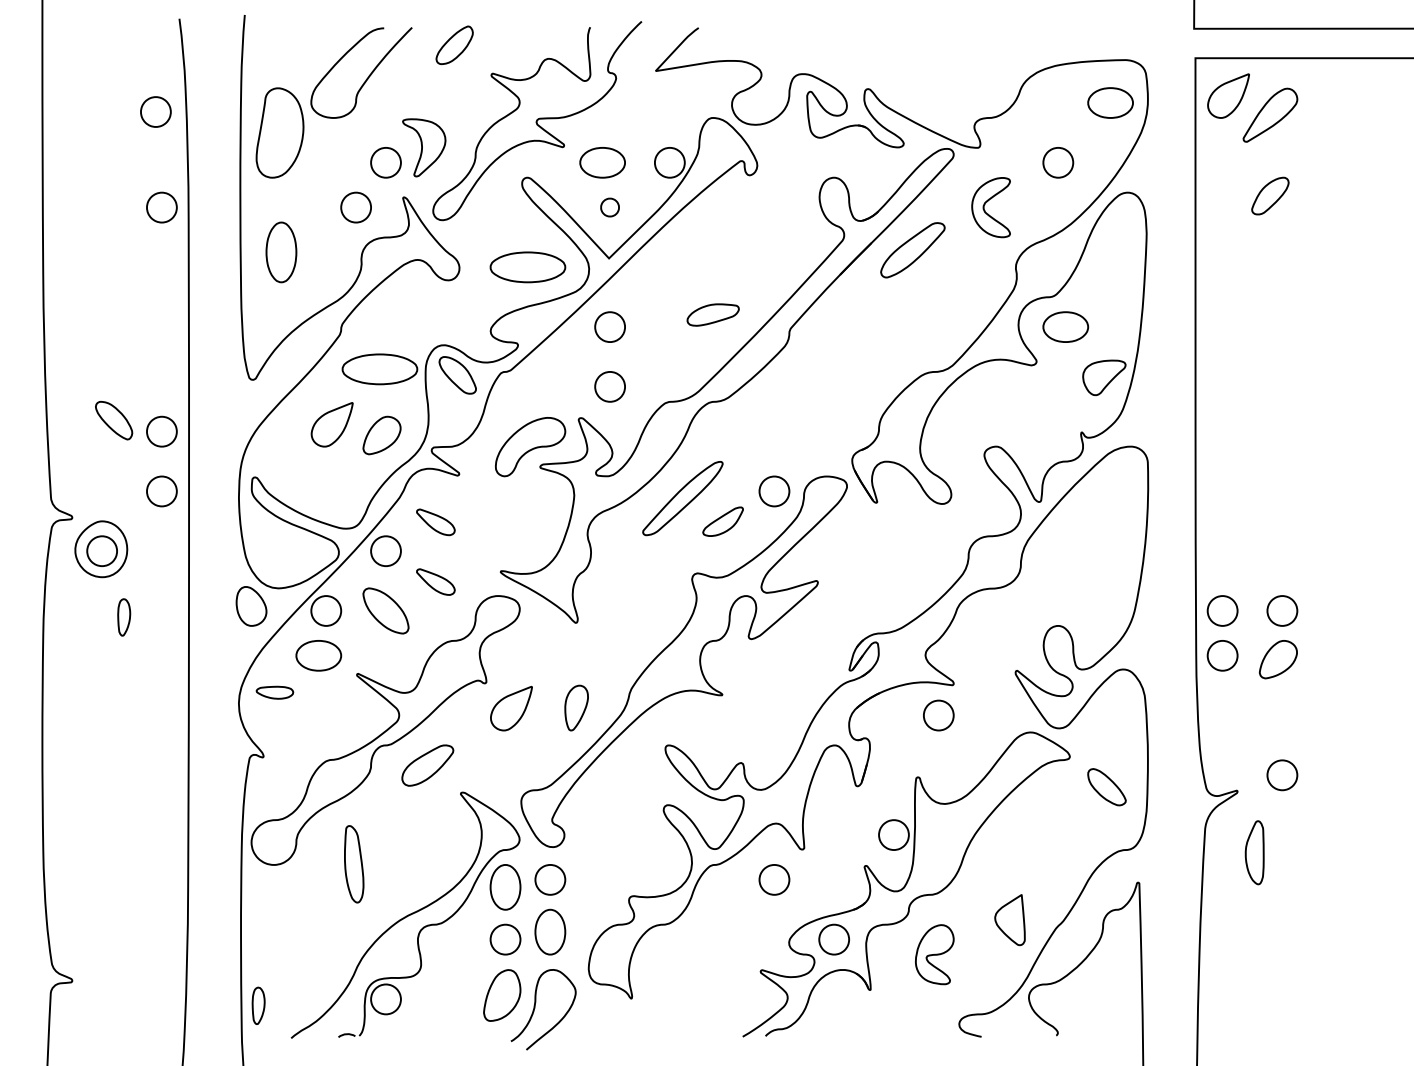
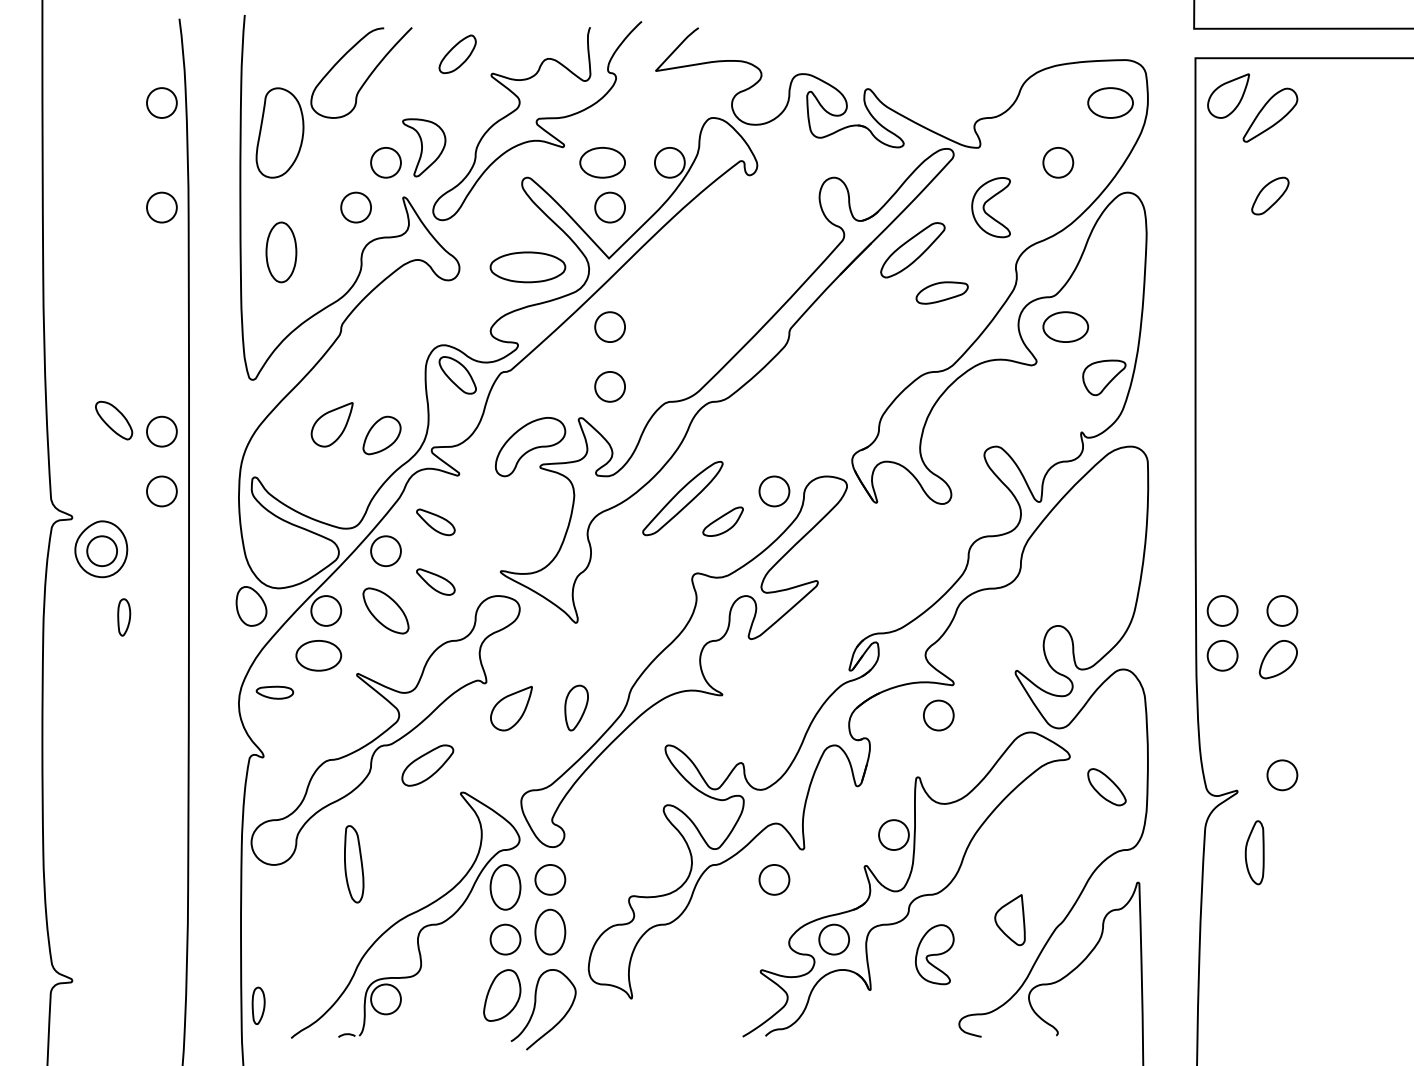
part at (454, 44) position: (454, 44) -> (457, 53)
part at (155, 111) position: (155, 111) -> (161, 102)
part at (609, 207) size: 20x21 px -> 32x33 px
part at (712, 314) position: (712, 314) -> (941, 292)
part at (379, 369): present -> none
